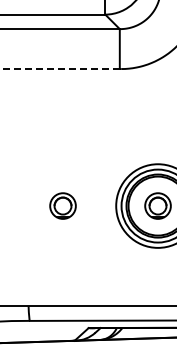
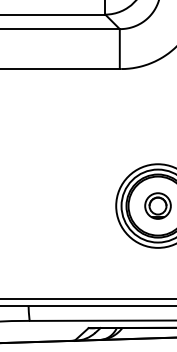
line at (59, 69): dashed -> solid
part at (62, 205): present -> none
line at (87, 299): none -> present
